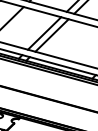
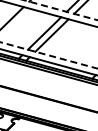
line at (60, 10): solid -> dashed
line at (48, 55): solid -> dashed
